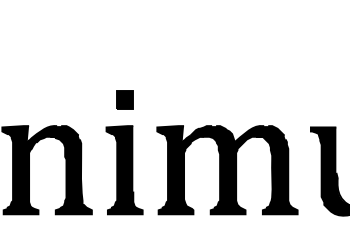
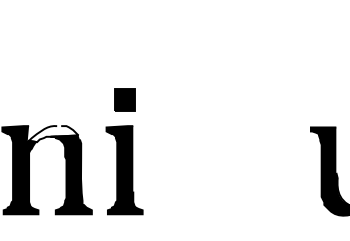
part at (124, 99) size: 18x20 px -> 22x24 px
fill at (53, 134): present -> none
part at (227, 170): present -> none
